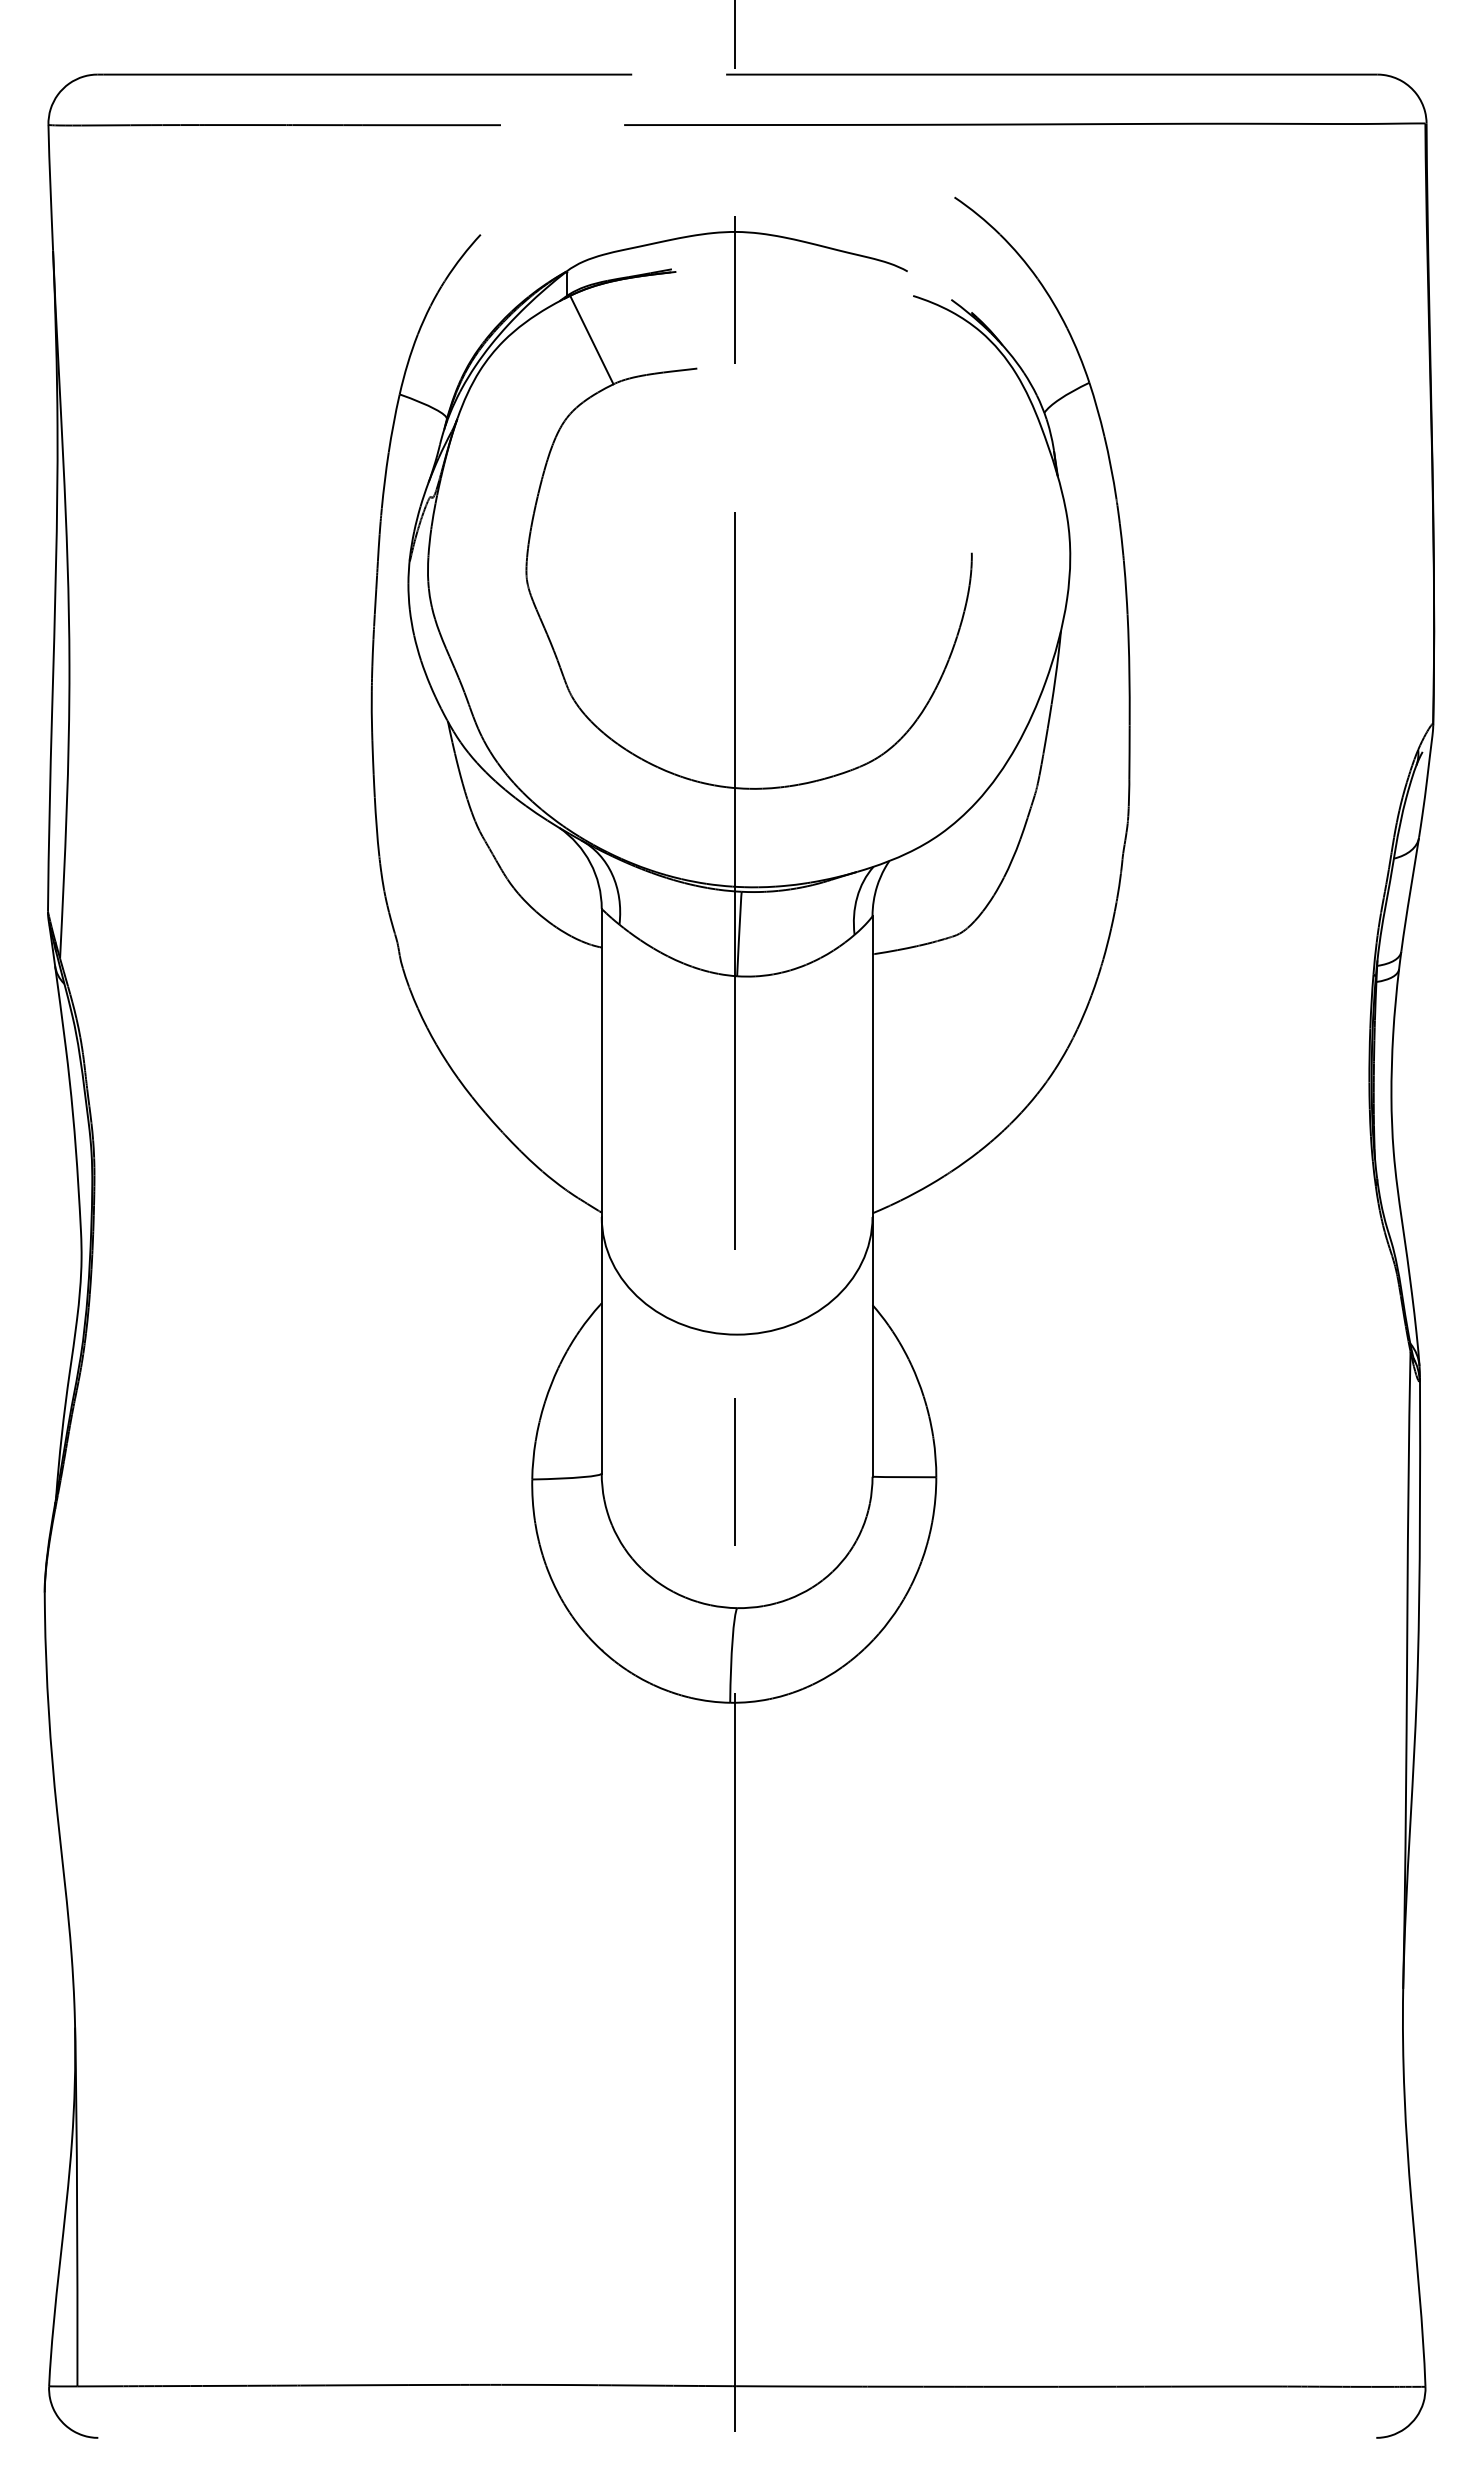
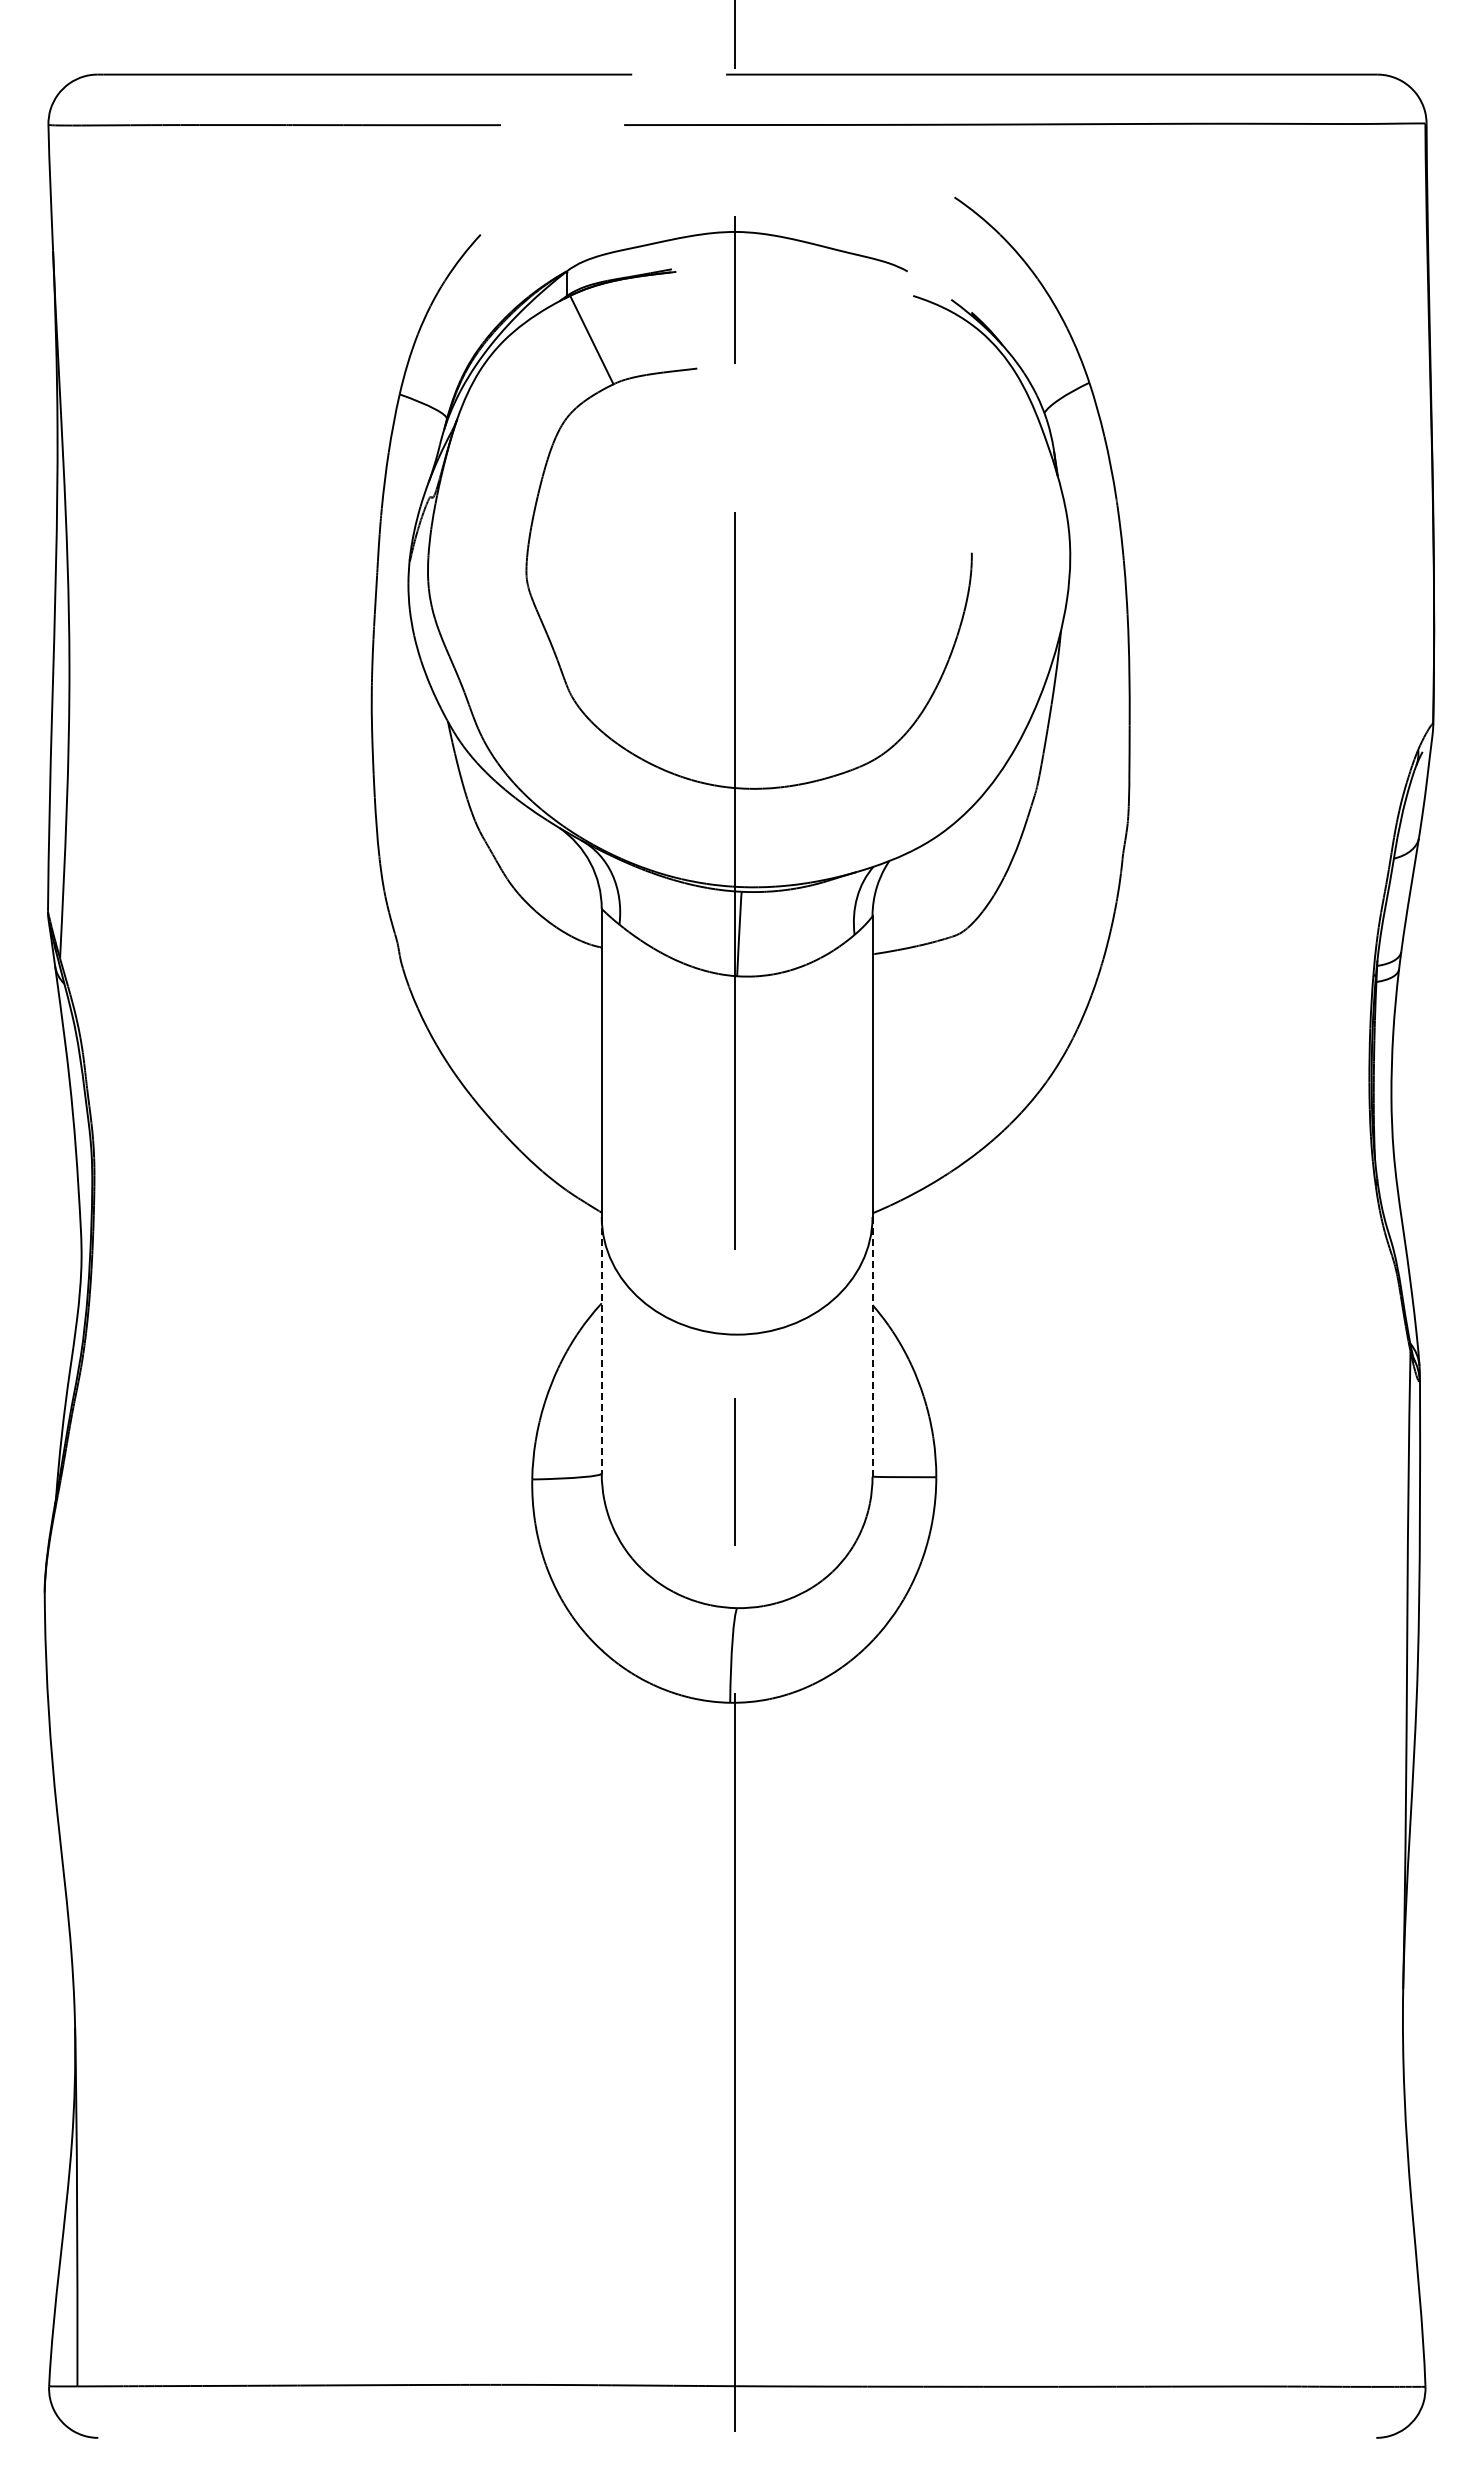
line at (601, 1345): solid -> dashed
line at (872, 1346): solid -> dashed
